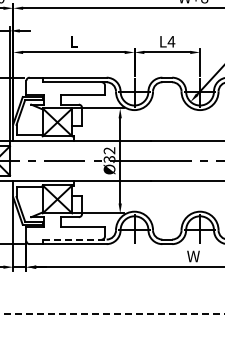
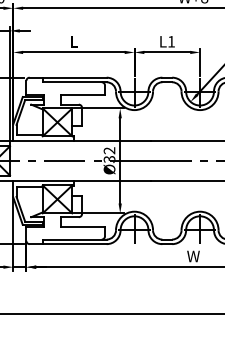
text at (171, 41): L4 -> L1
line at (74, 239): dashed -> solid
line at (112, 314): dashed -> solid
